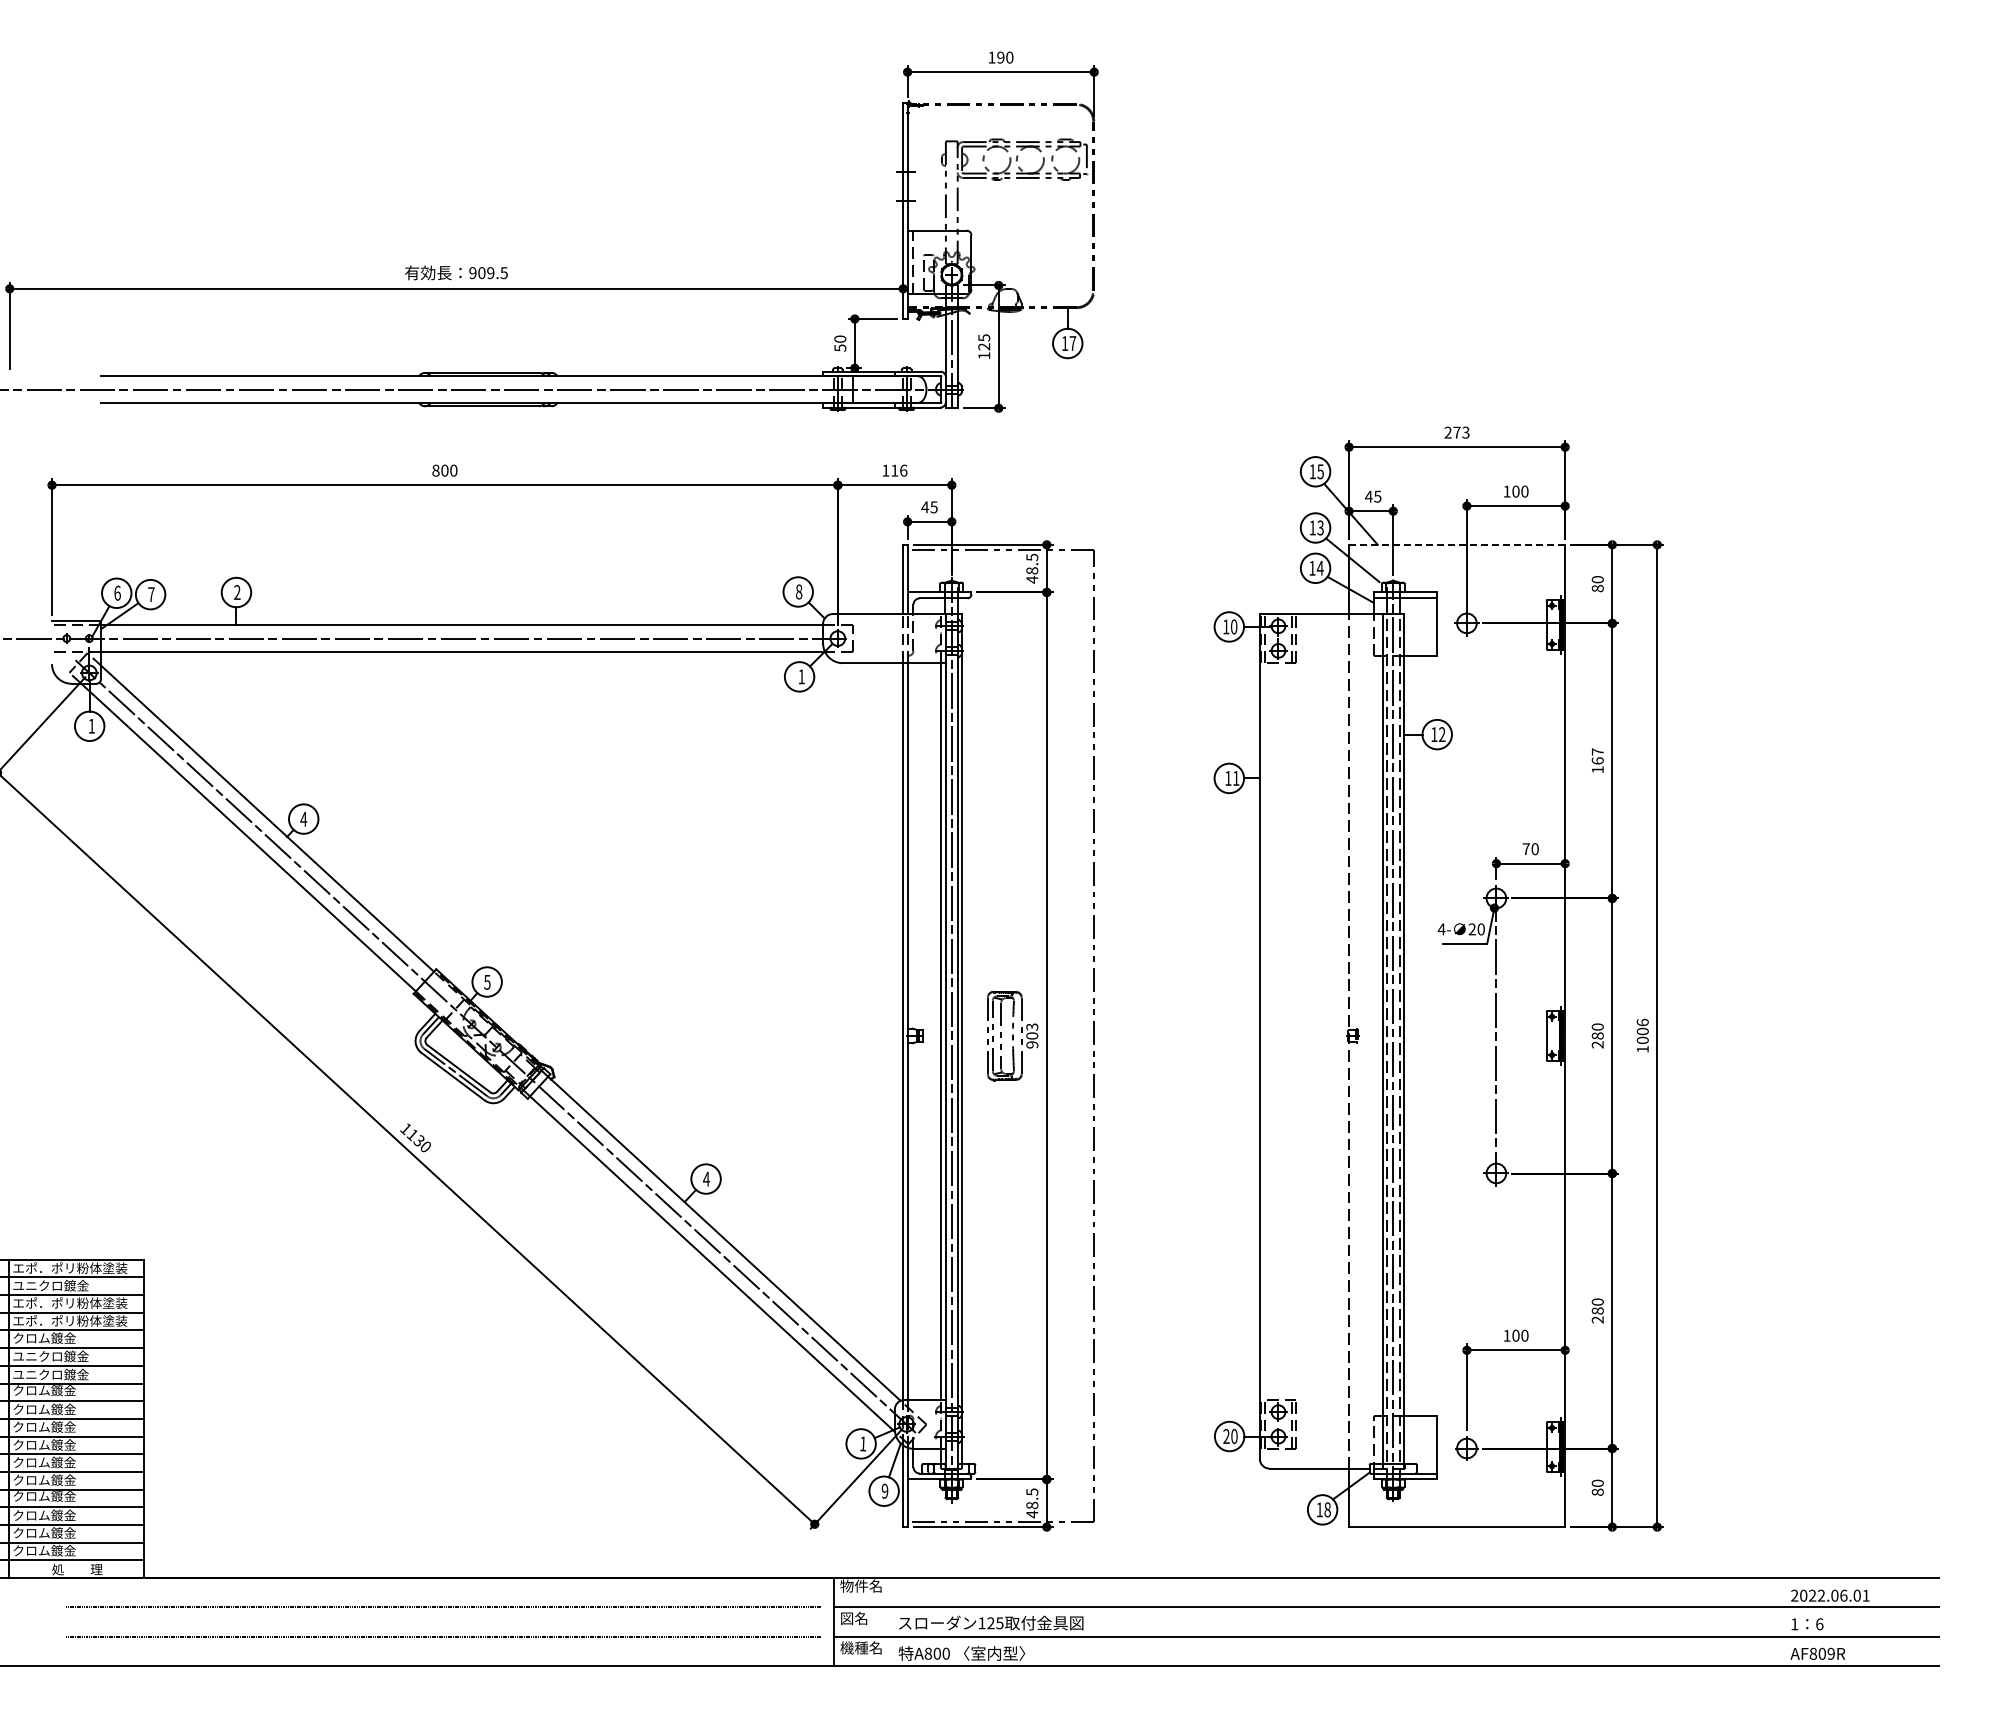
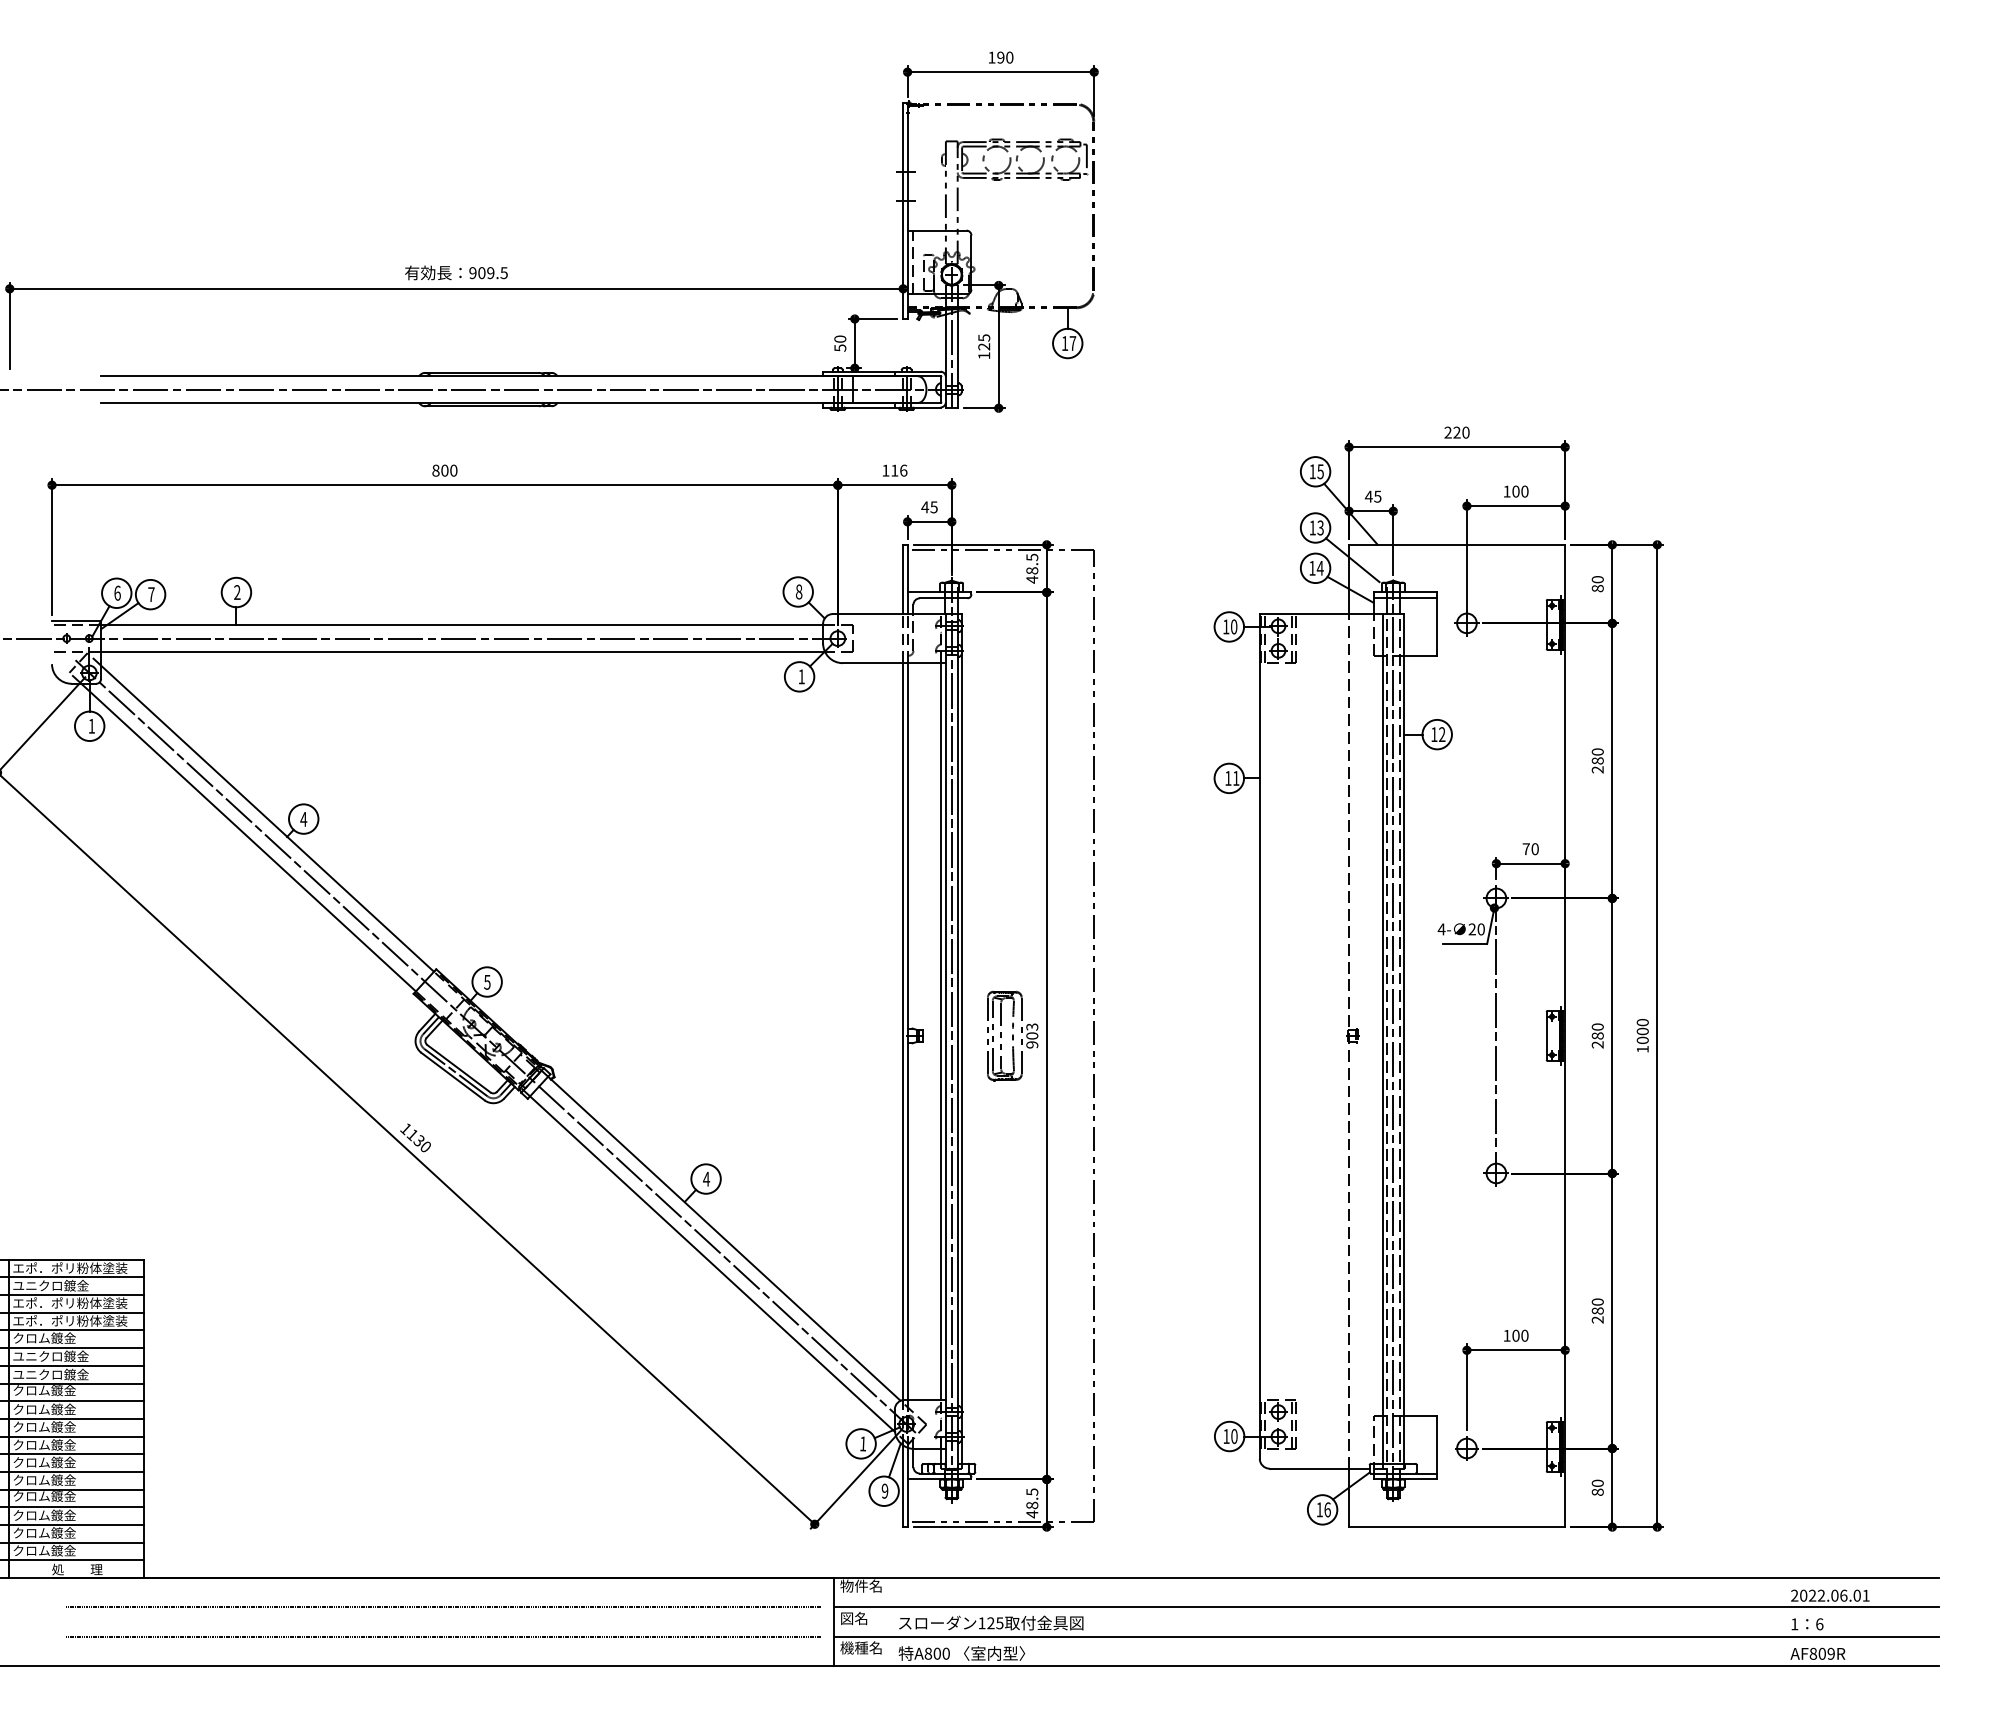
text at (1461, 432): 273 -> 220
line at (1456, 544): dashed -> solid
text at (1597, 760): 167 -> 280
text at (1642, 1022): 1006 -> 1000
text at (1226, 1436): 20 -> 10
text at (1327, 1509): 18 -> 16
